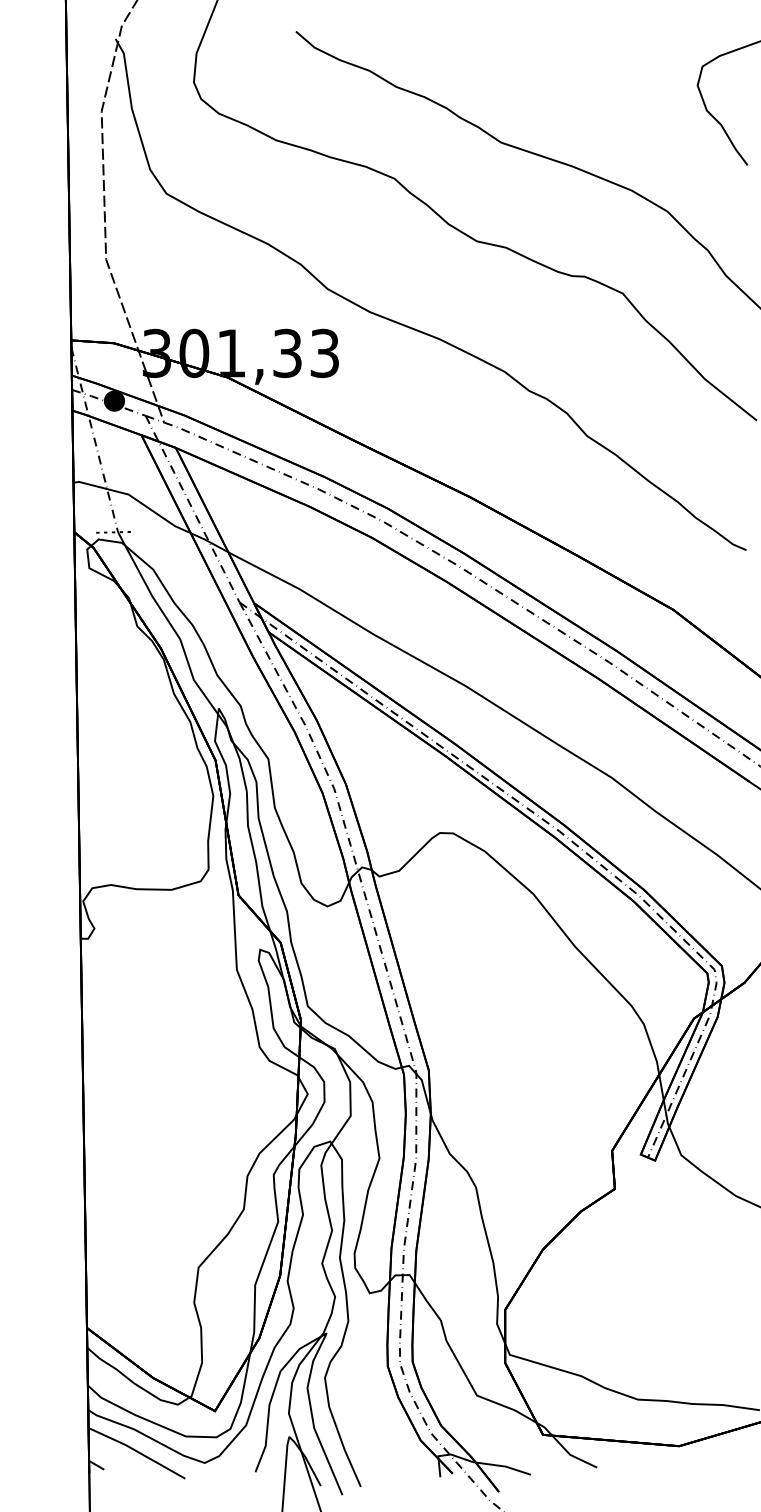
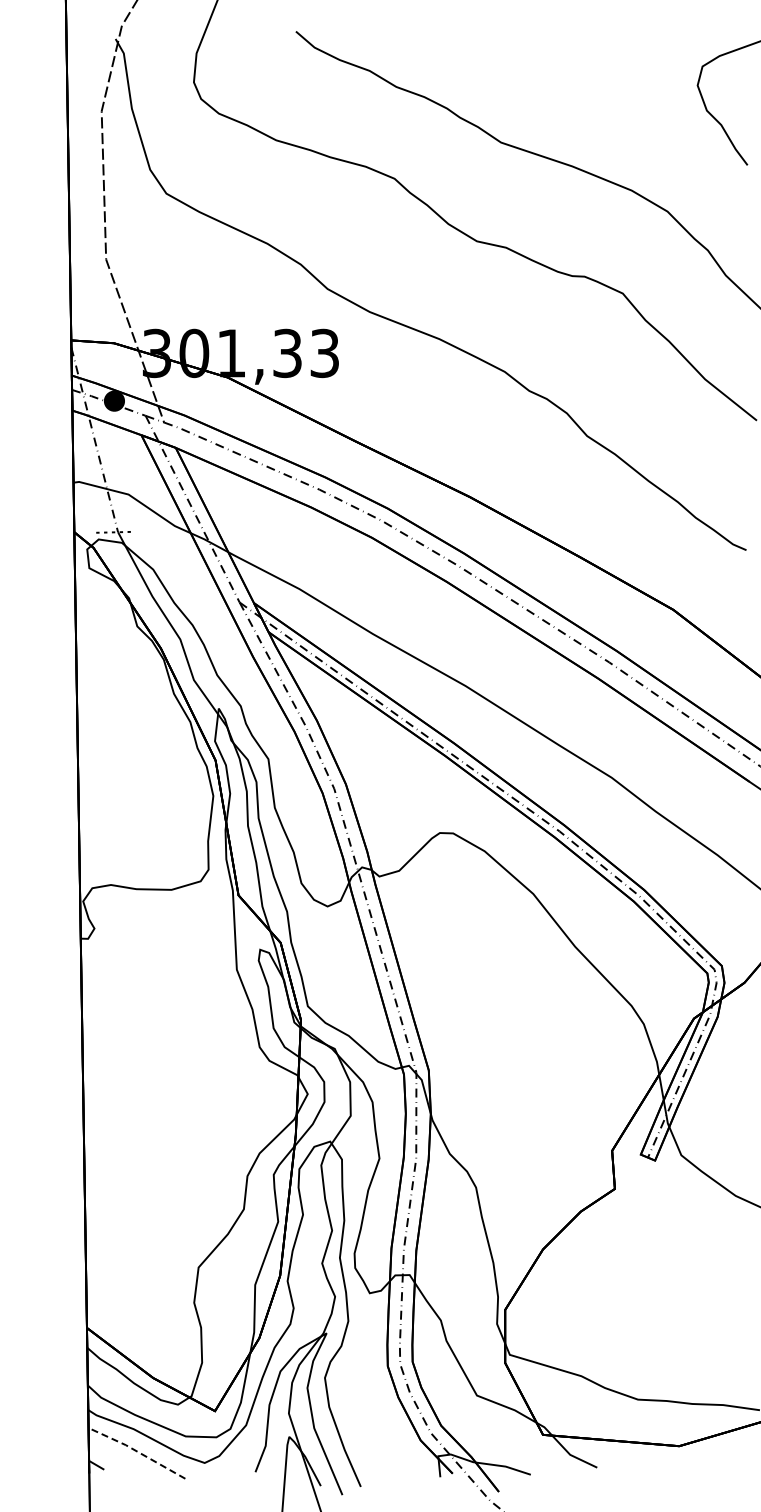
line at (137, 1451): solid -> dashed
